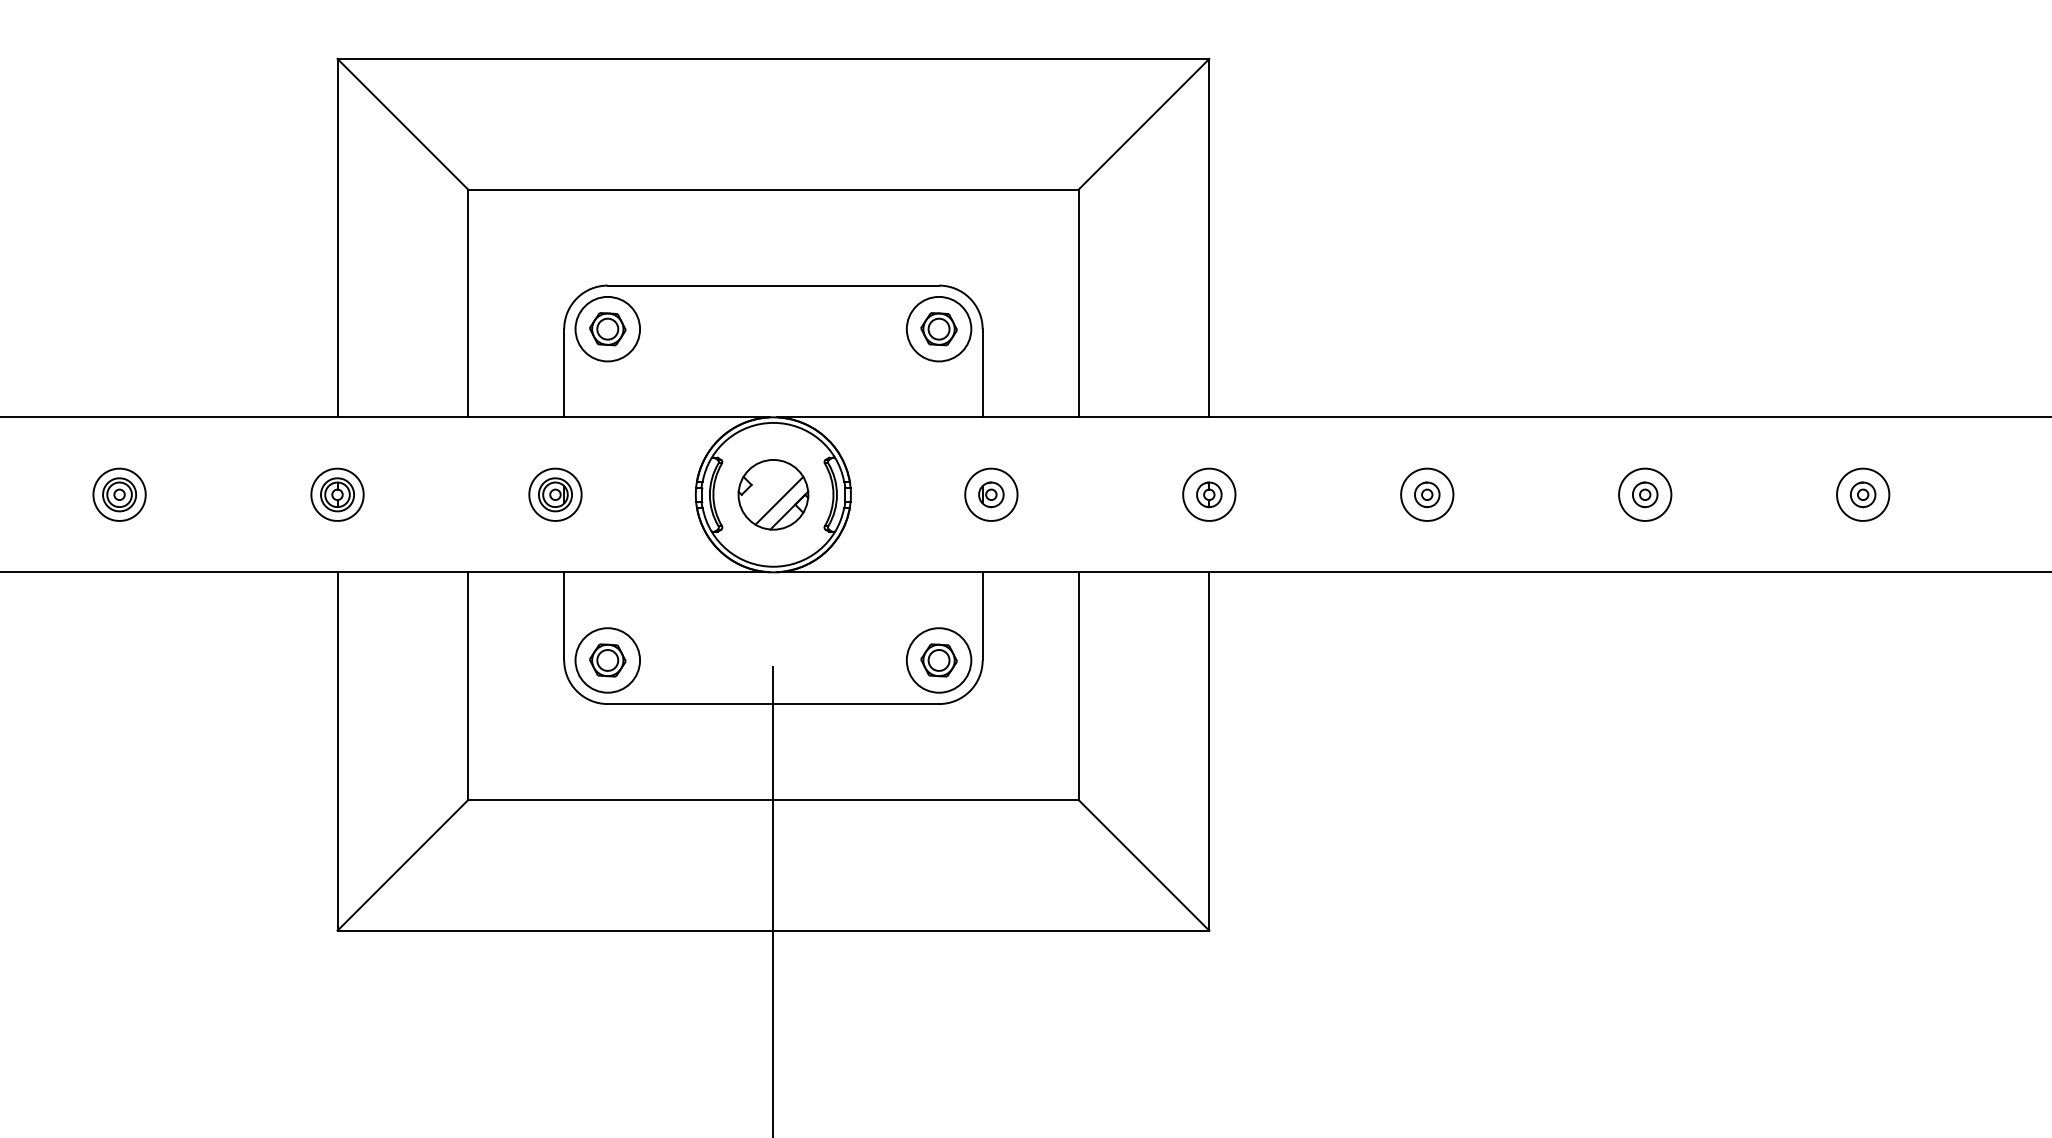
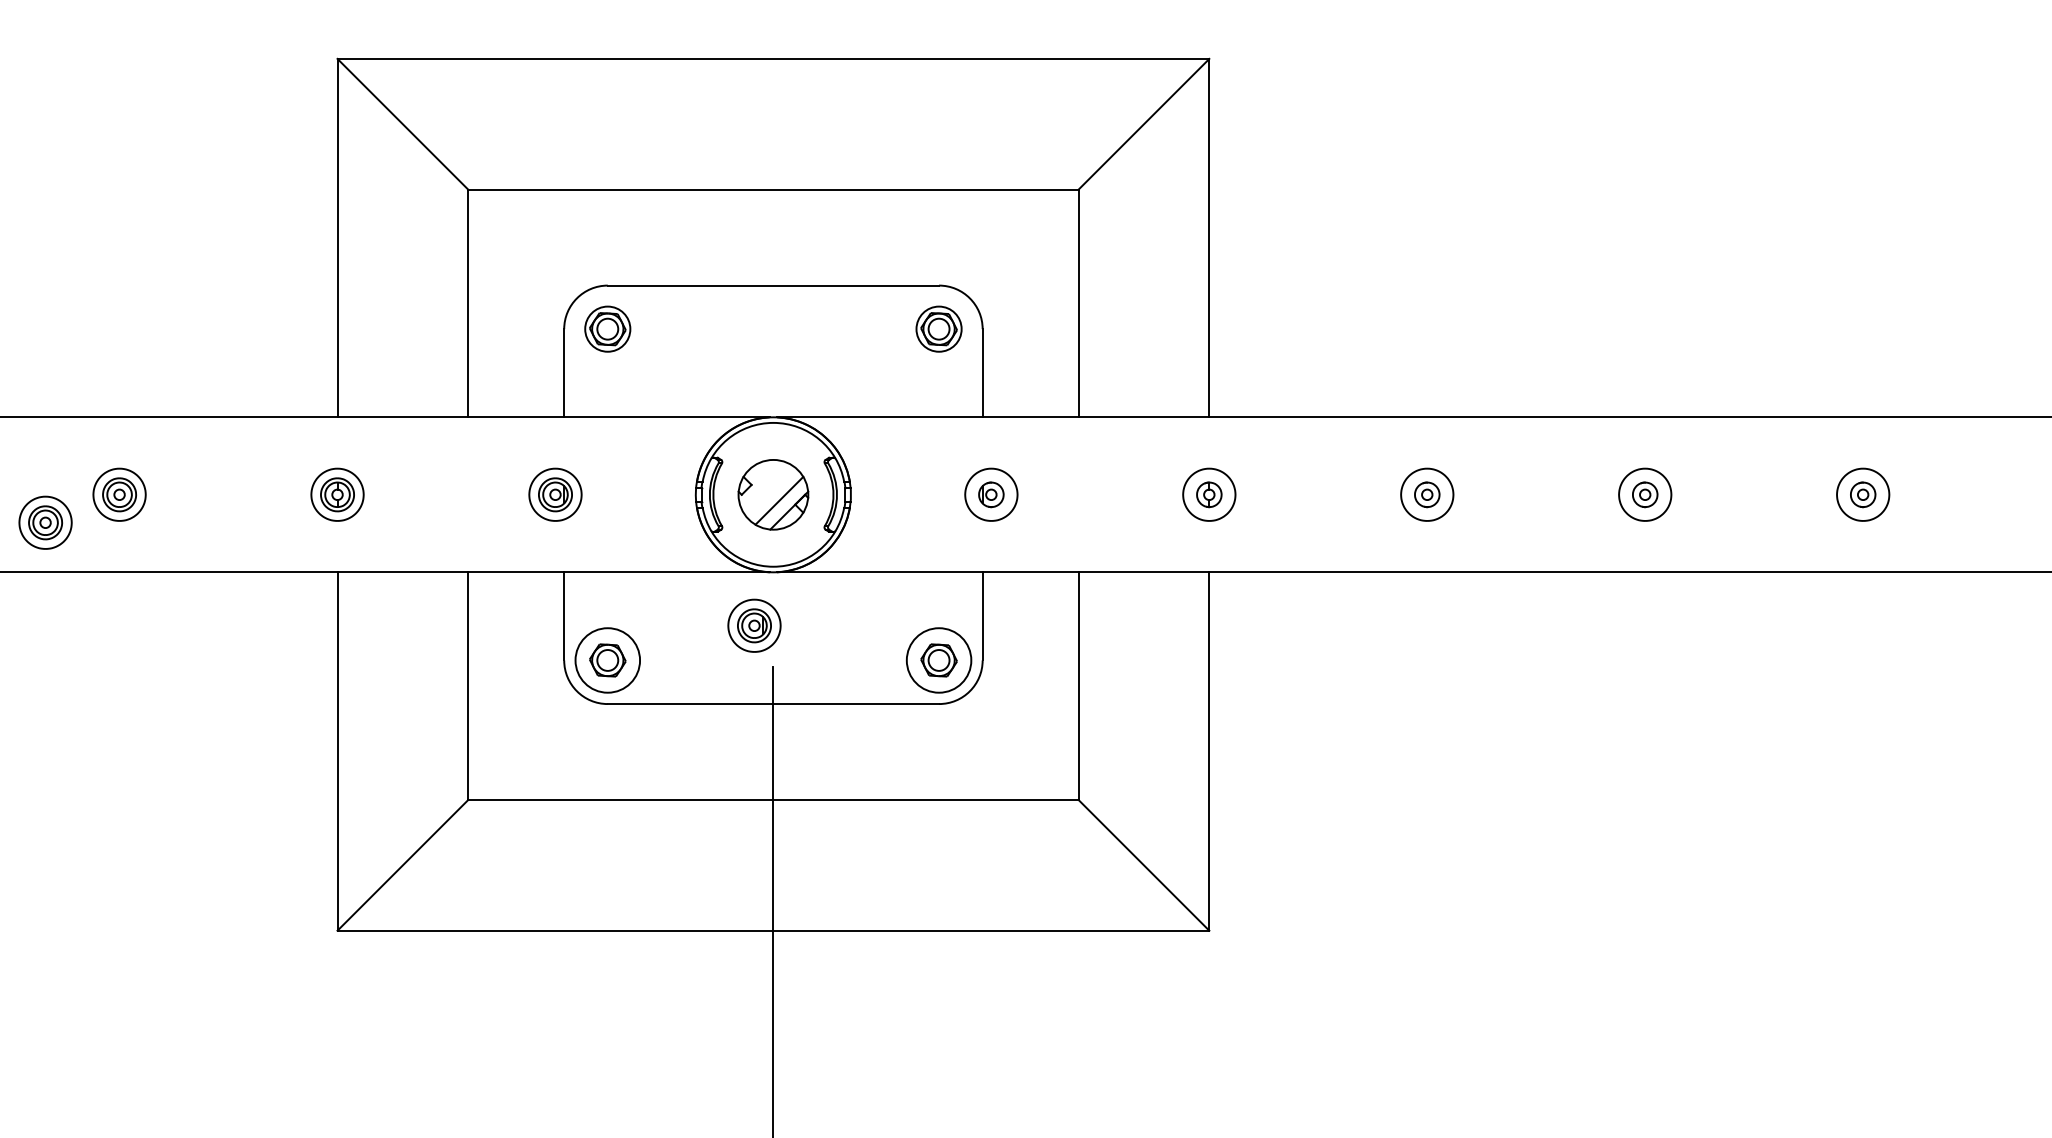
circle at (607, 328) diameter: 65 px -> 45 px
circle at (938, 328) diameter: 65 px -> 45 px
part at (45, 522): none -> present
part at (754, 625): none -> present
